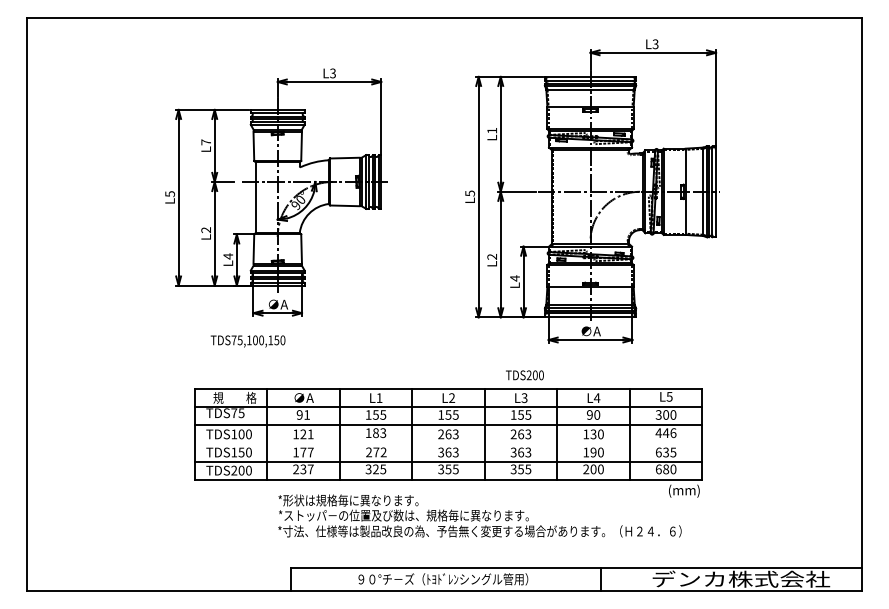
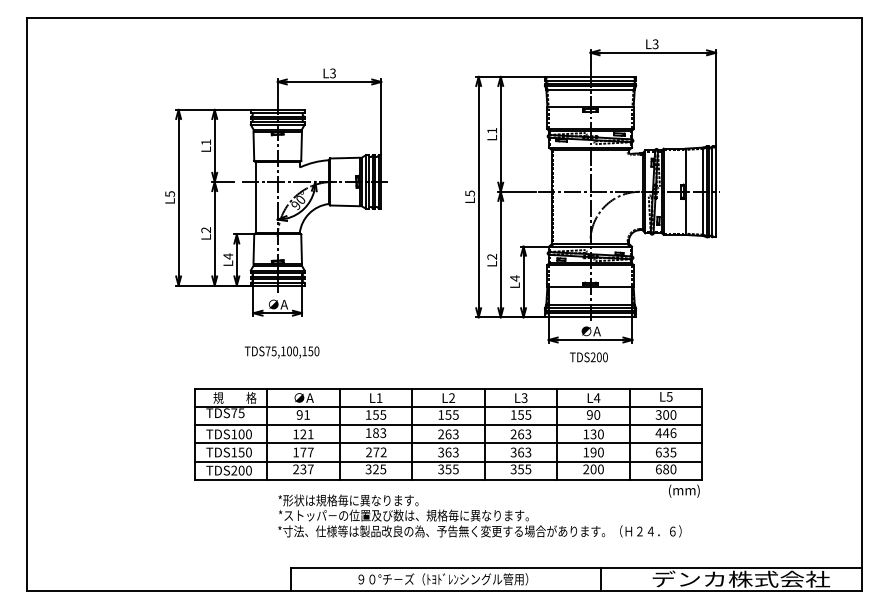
text at (205, 142): L7 -> L1
text at (247, 341) position: (247, 341) -> (281, 352)
text at (524, 375) position: (524, 375) -> (588, 357)
line at (448, 443): none -> present
